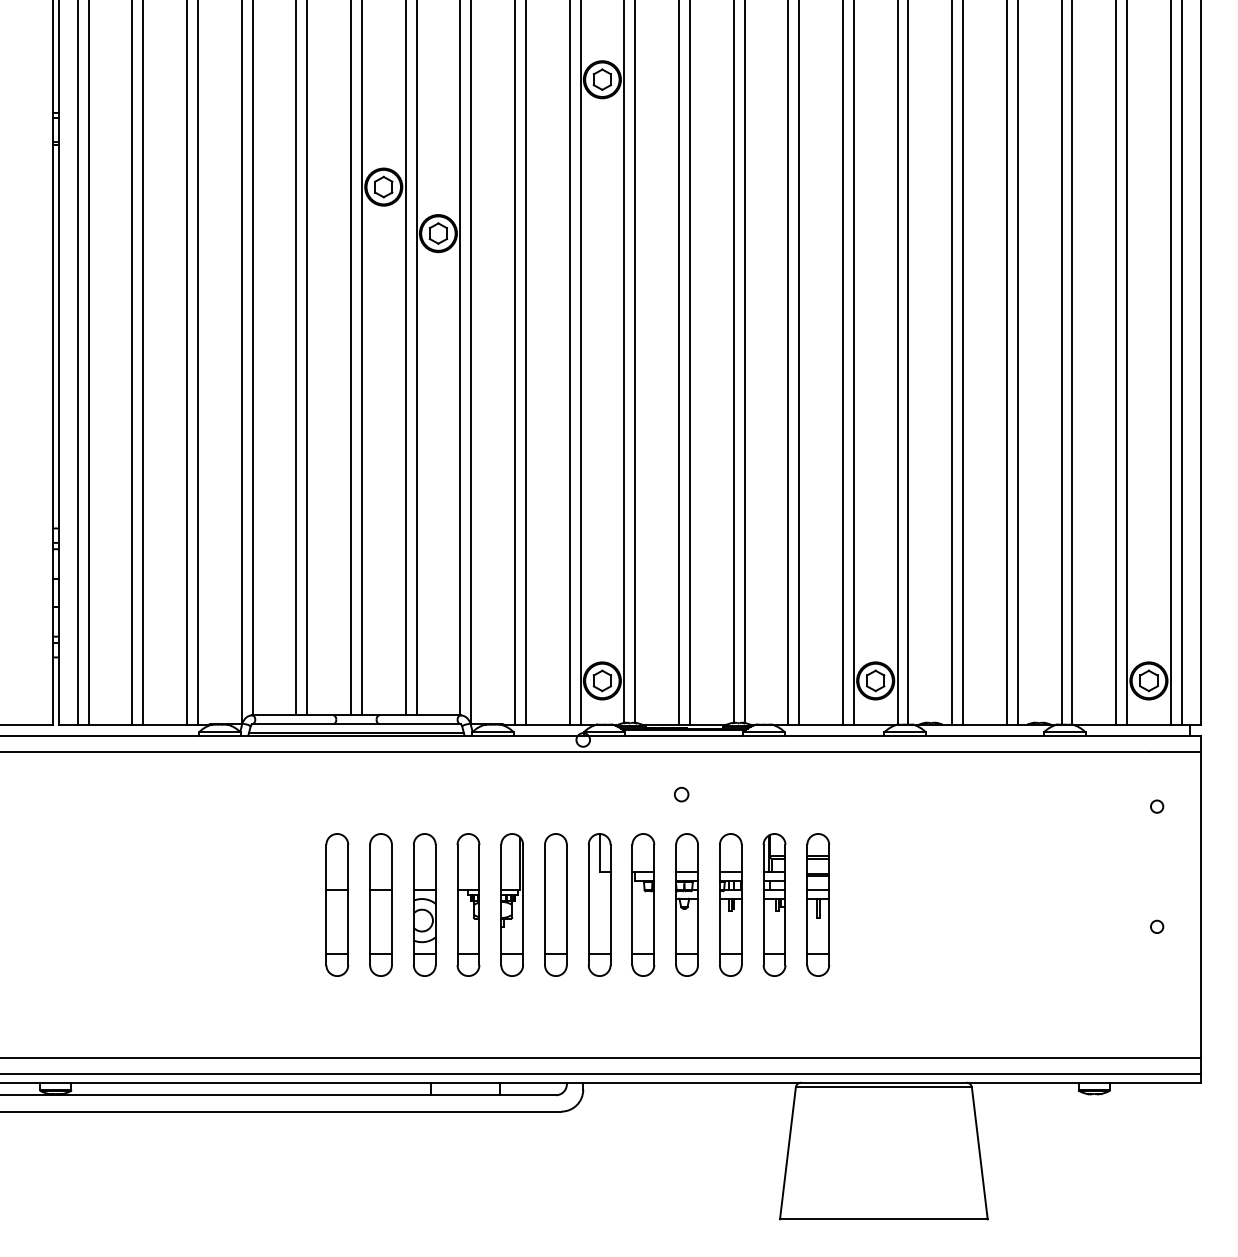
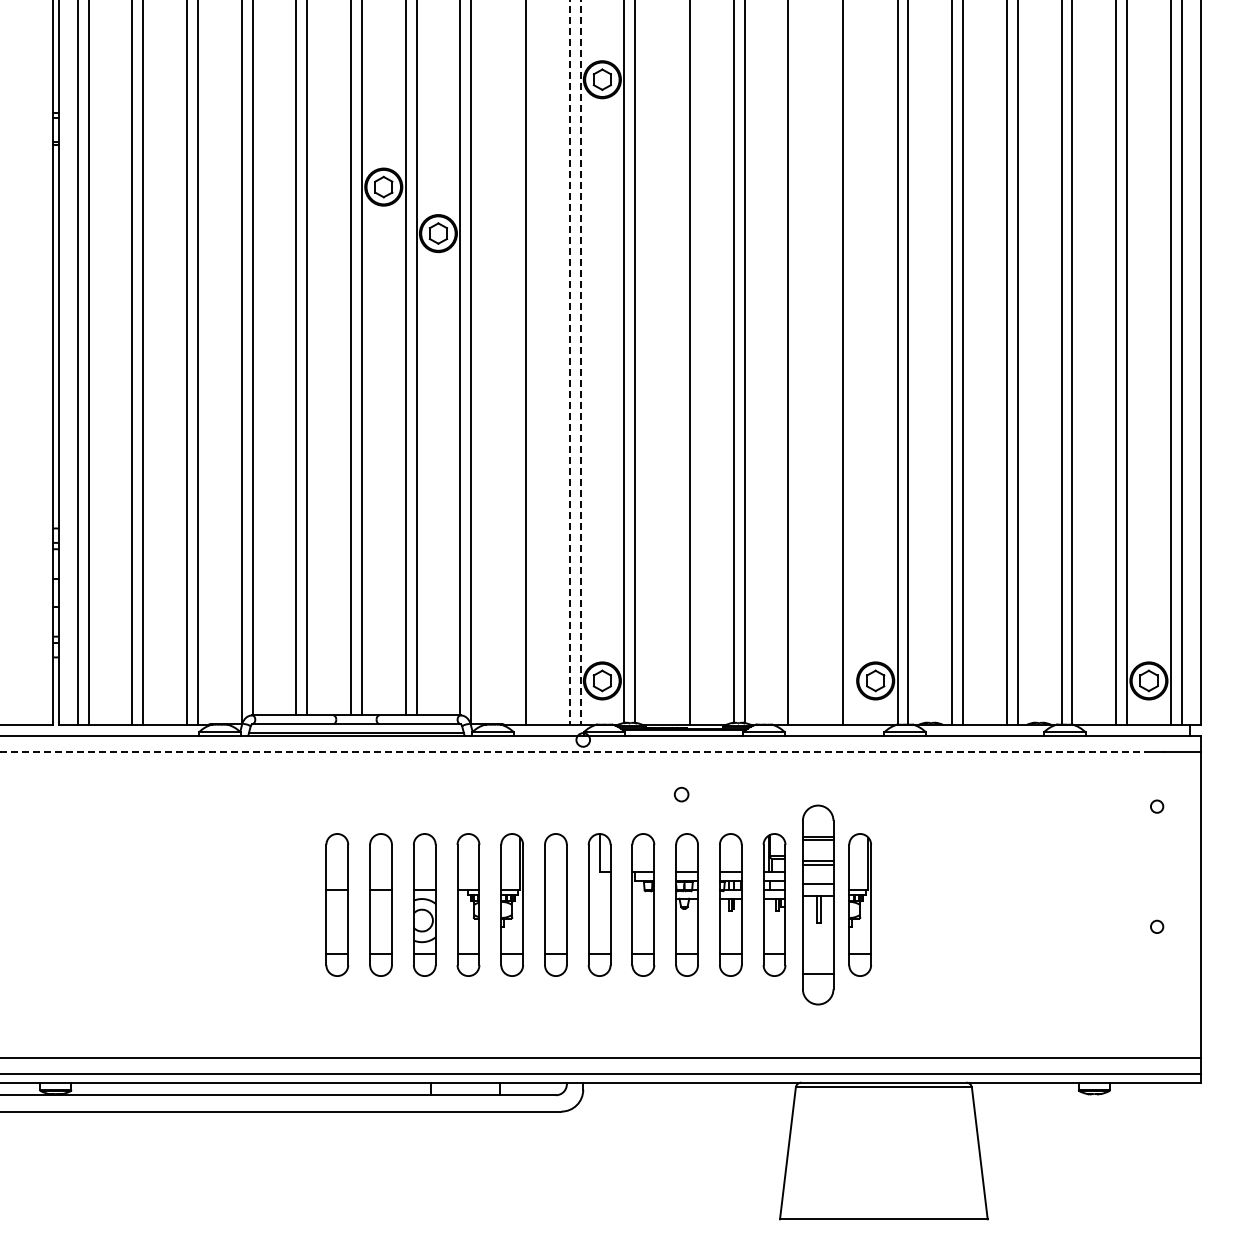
line at (569, 362): solid -> dashed
line at (580, 362): solid -> dashed
line at (514, 363): present -> none
line at (678, 363): present -> none
line at (799, 363): present -> none
line at (853, 363): present -> none
line at (575, 752): solid -> dashed
part at (818, 904) size: 25x144 px -> 33x202 px
part at (859, 904): none -> present
